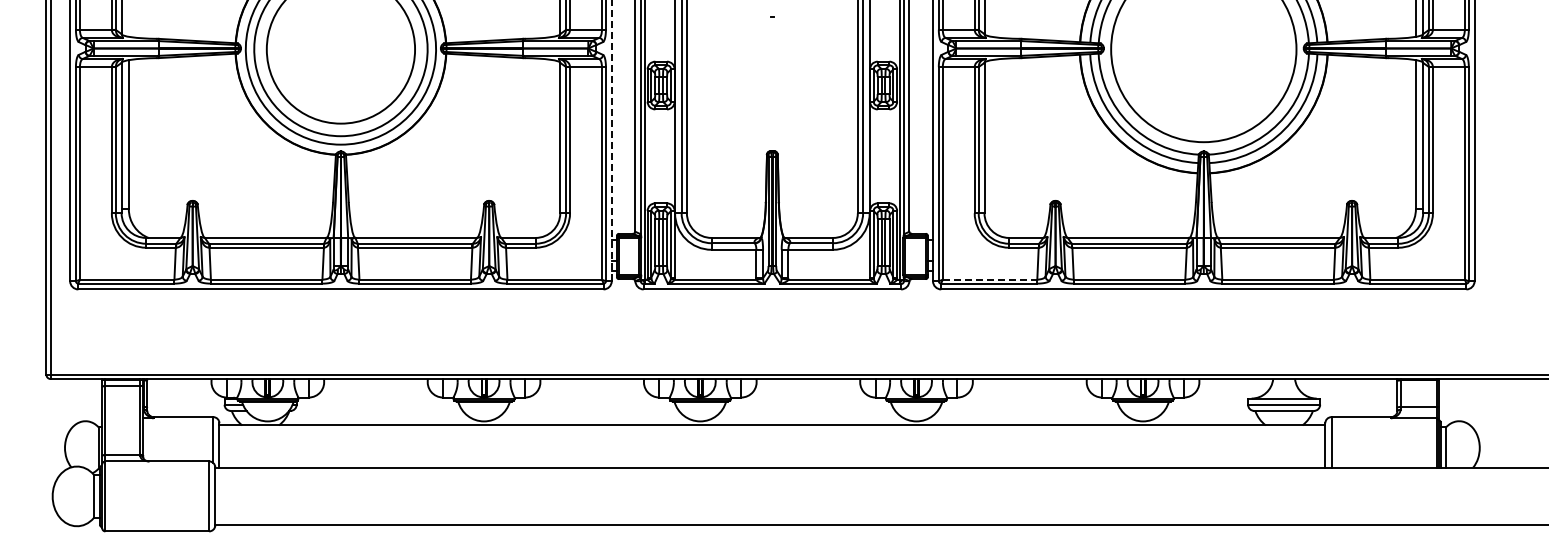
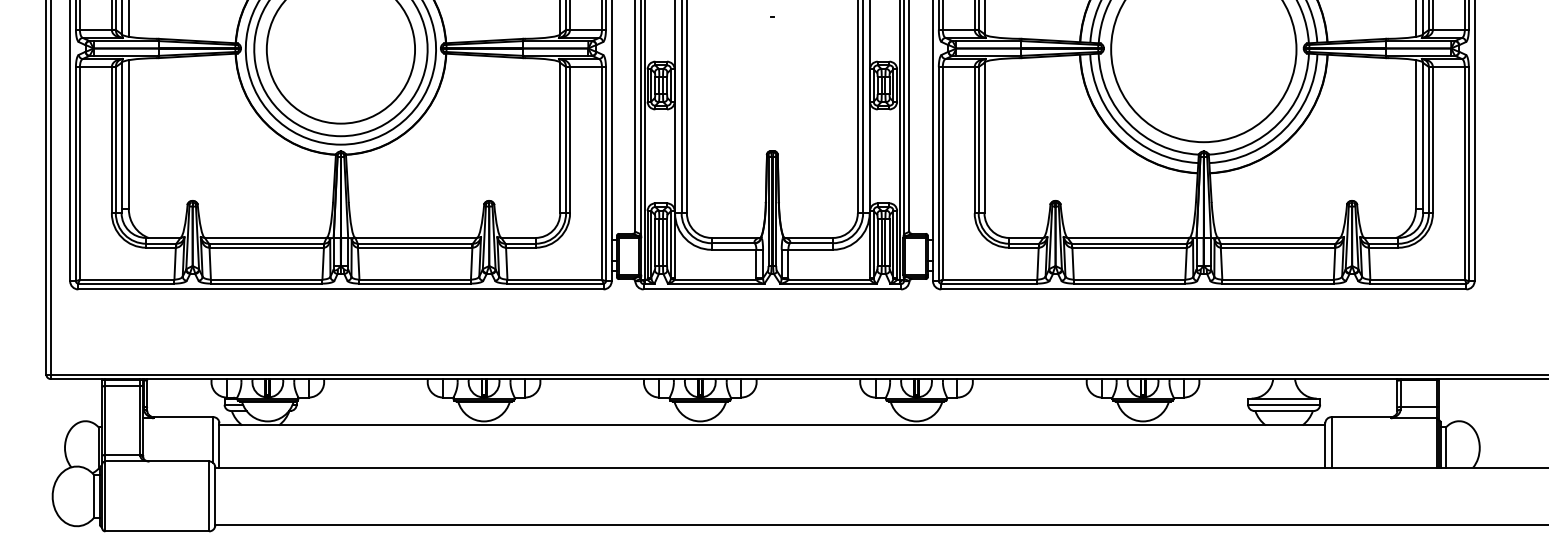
line at (128, 19): none -> present
line at (611, 140): dashed -> solid
line at (990, 279): dashed -> solid
